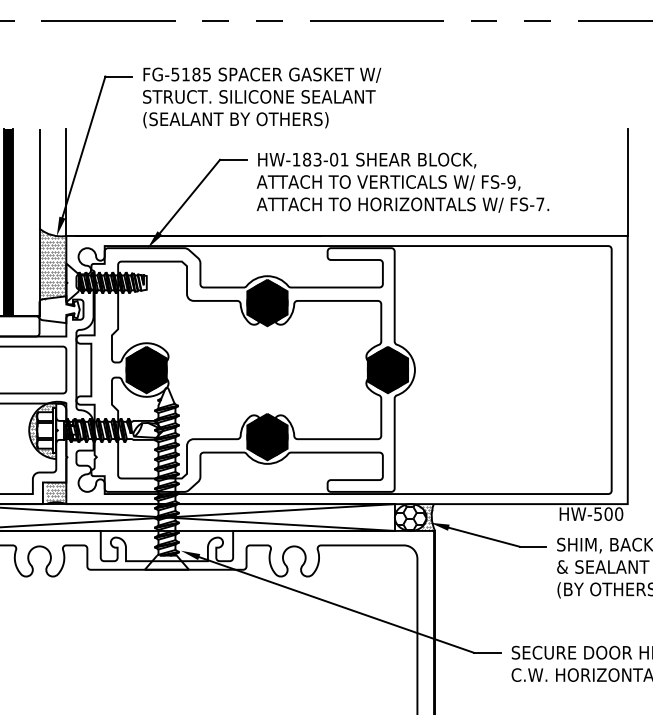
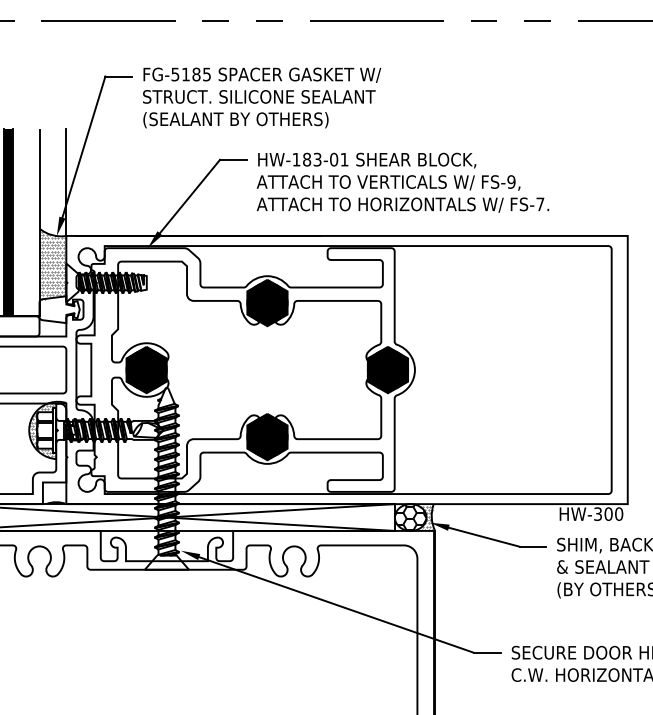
line at (627, 181): present -> none
hatch at (55, 493): present -> none
text at (597, 513): HW-500 -> HW-300
